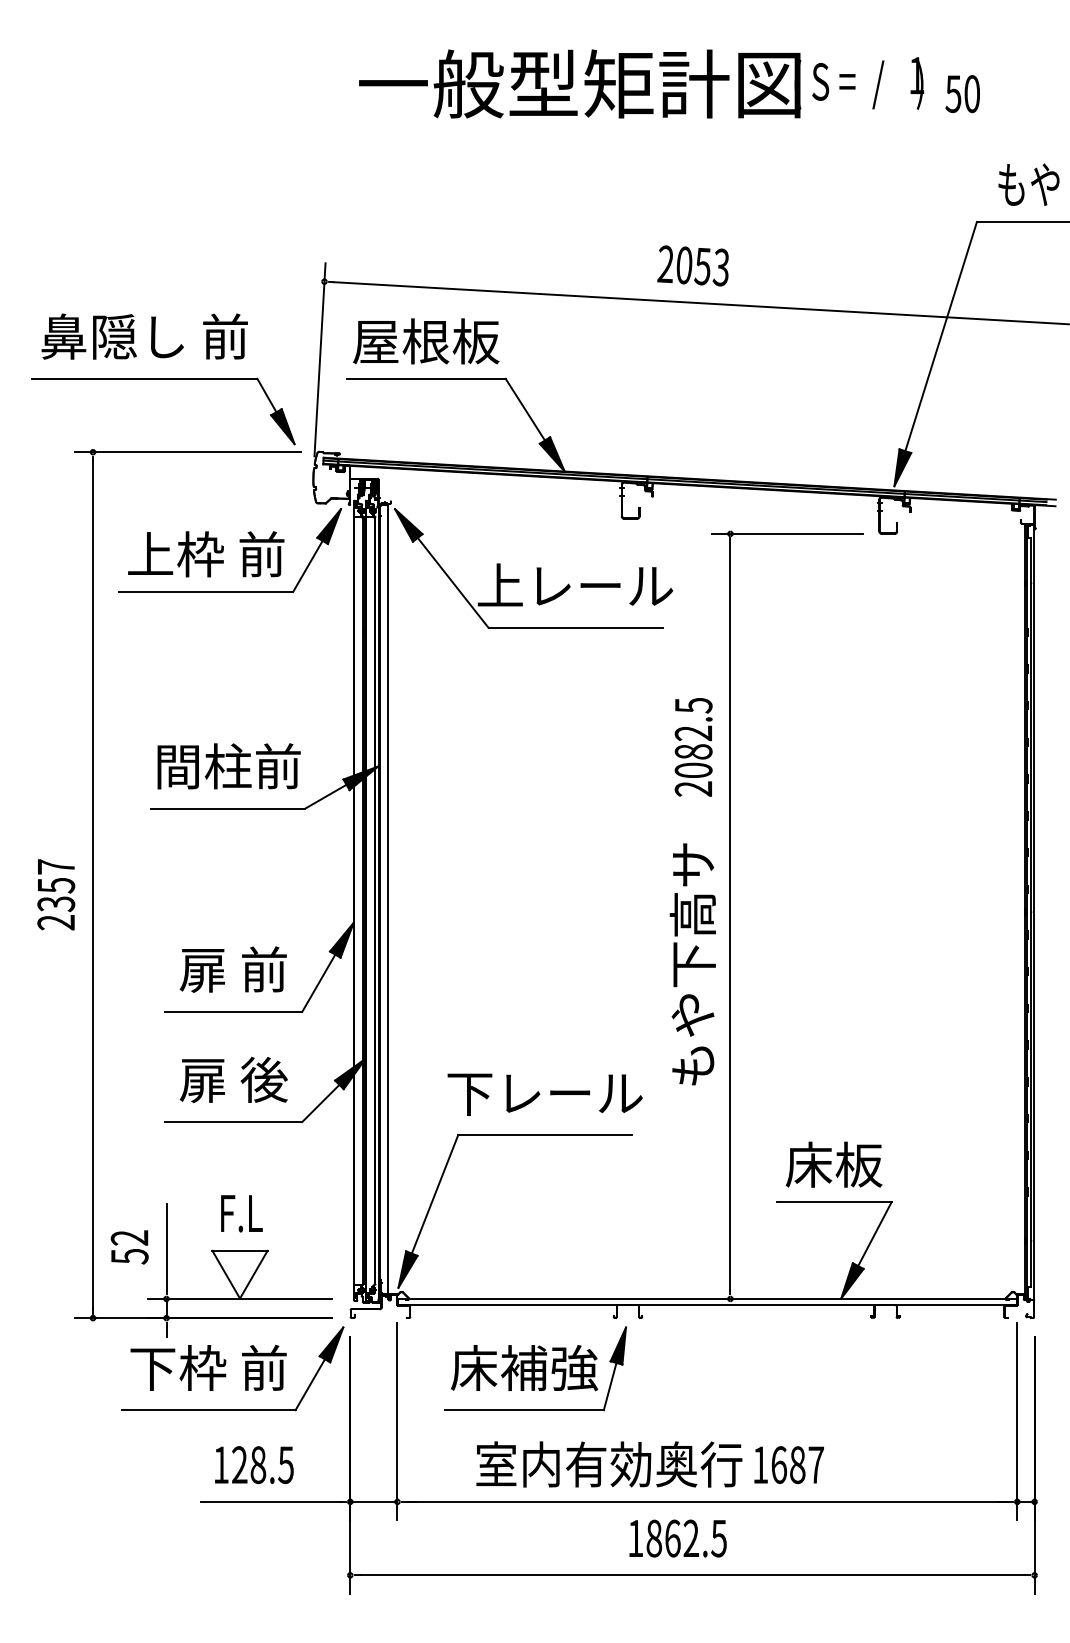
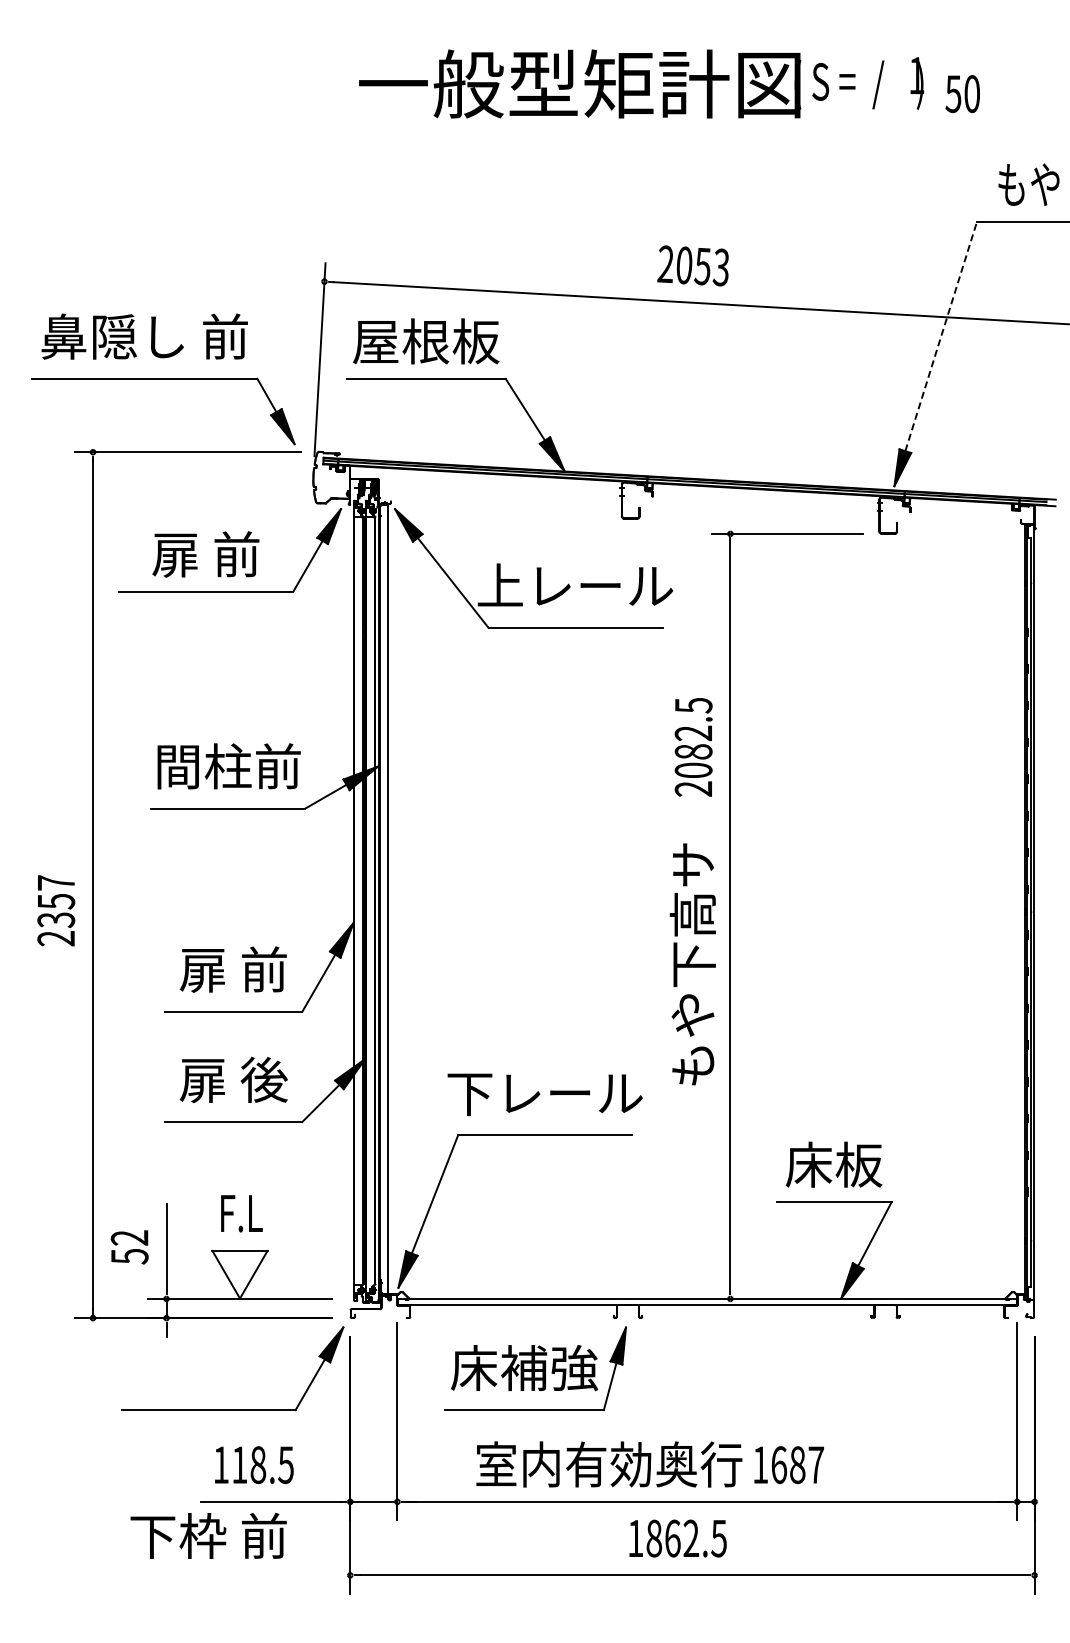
line at (941, 336): solid -> dashed
text at (206, 554): 上枠 前 -> 扉 前
text at (56, 894) position: (56, 894) -> (56, 910)
text at (208, 1367) position: (208, 1367) -> (208, 1535)
text at (239, 1464): 128.5 -> 118.5
